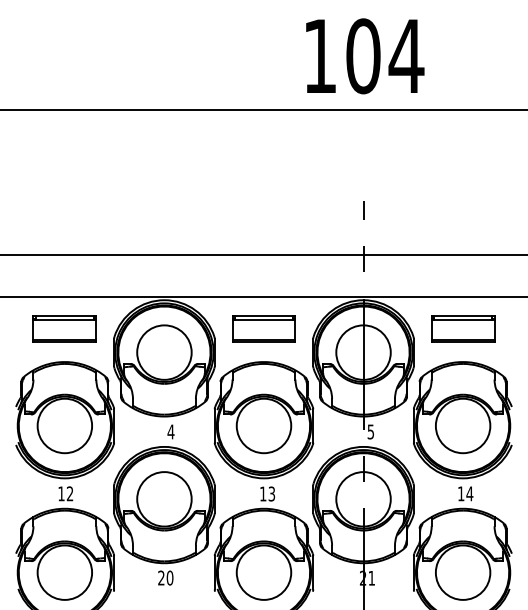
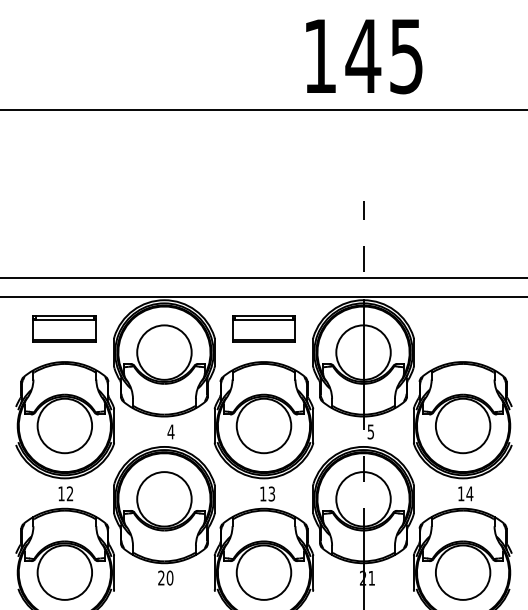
text at (384, 56): 104 -> 145
line at (263, 255) position: (263, 255) -> (263, 278)
part at (463, 328): present -> none
